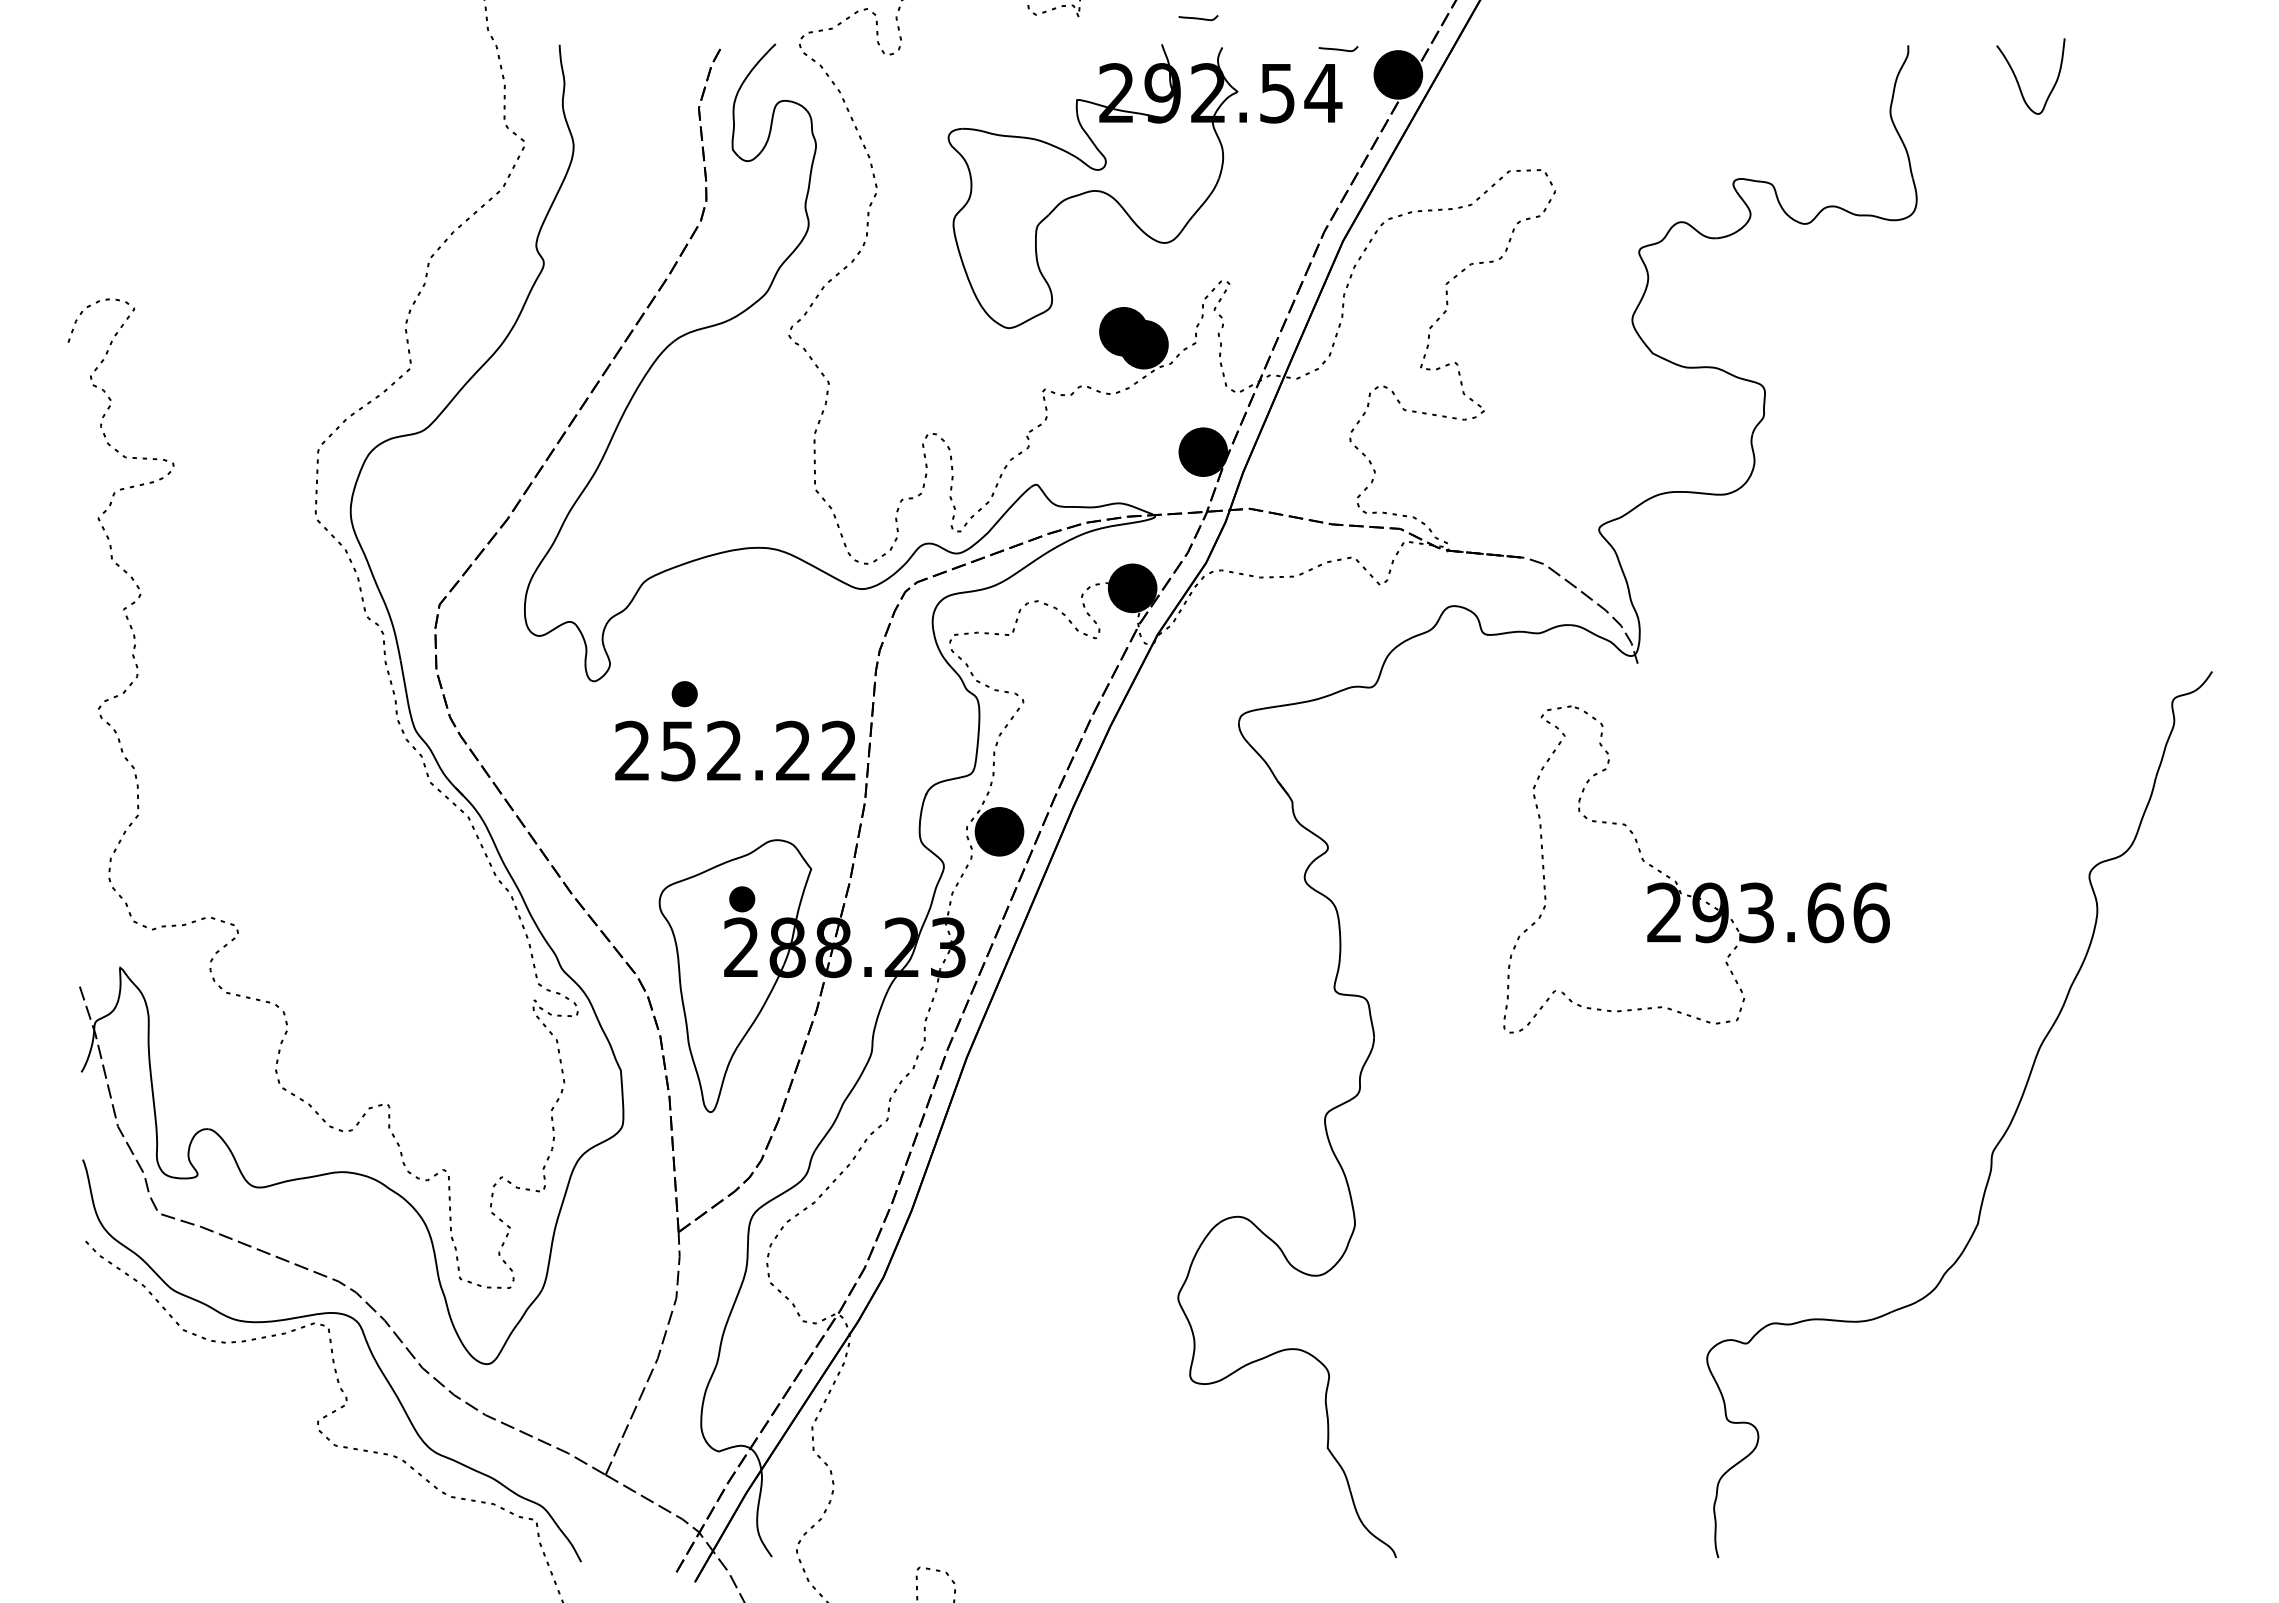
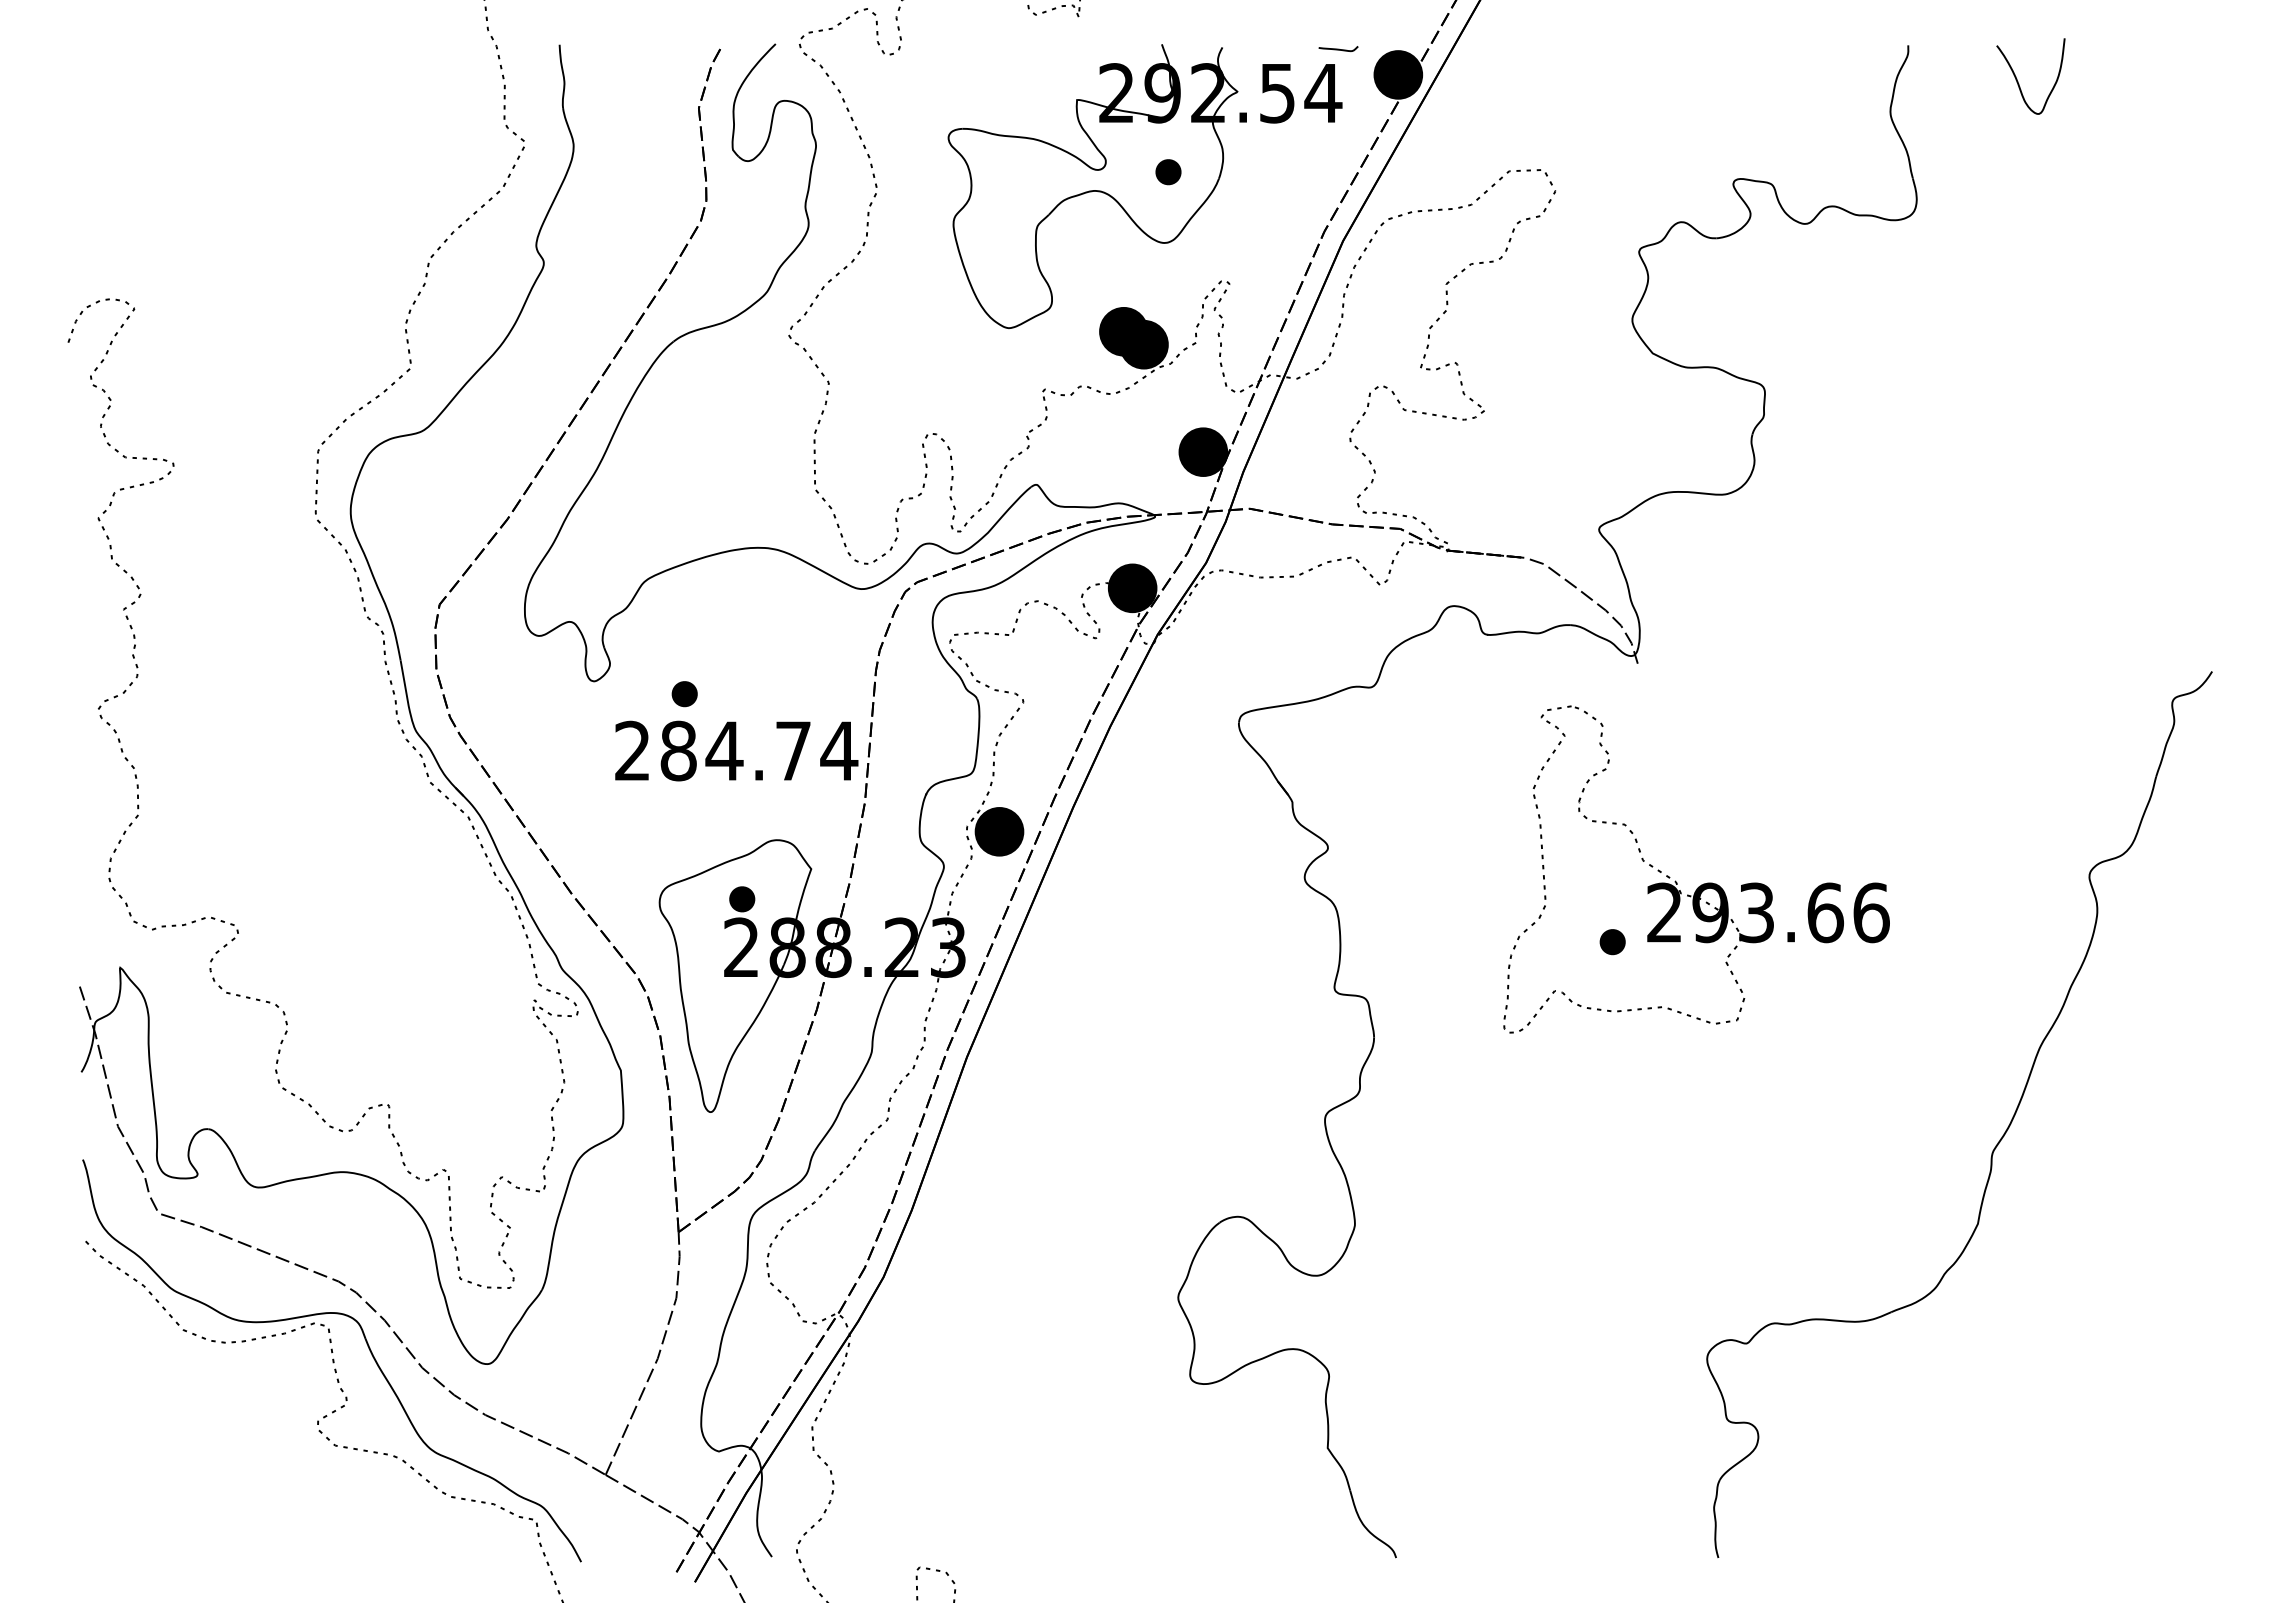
curve at (1198, 18): present -> none
part at (1168, 172): none -> present
text at (759, 750): 252.22 -> 284.74
part at (1612, 942): none -> present
